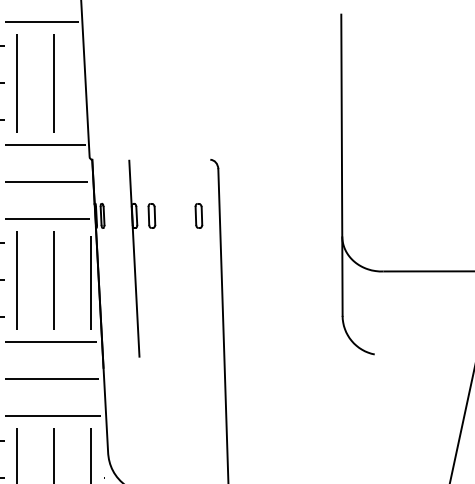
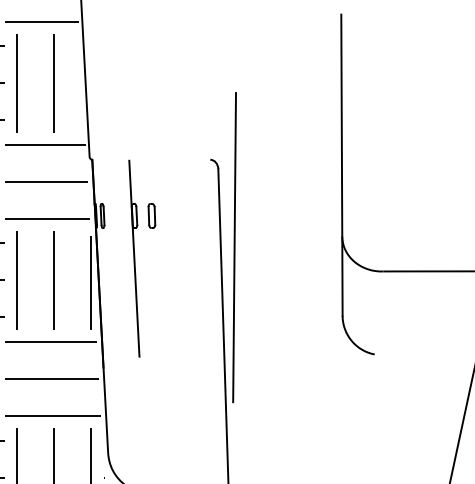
part at (198, 215): present -> none
line at (234, 247): none -> present
